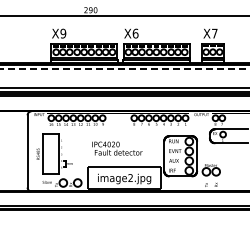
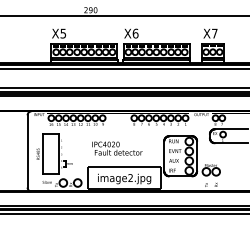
text at (63, 33): X9 -> X5
line at (125, 69): dashed -> solid
line at (124, 214): none -> present
